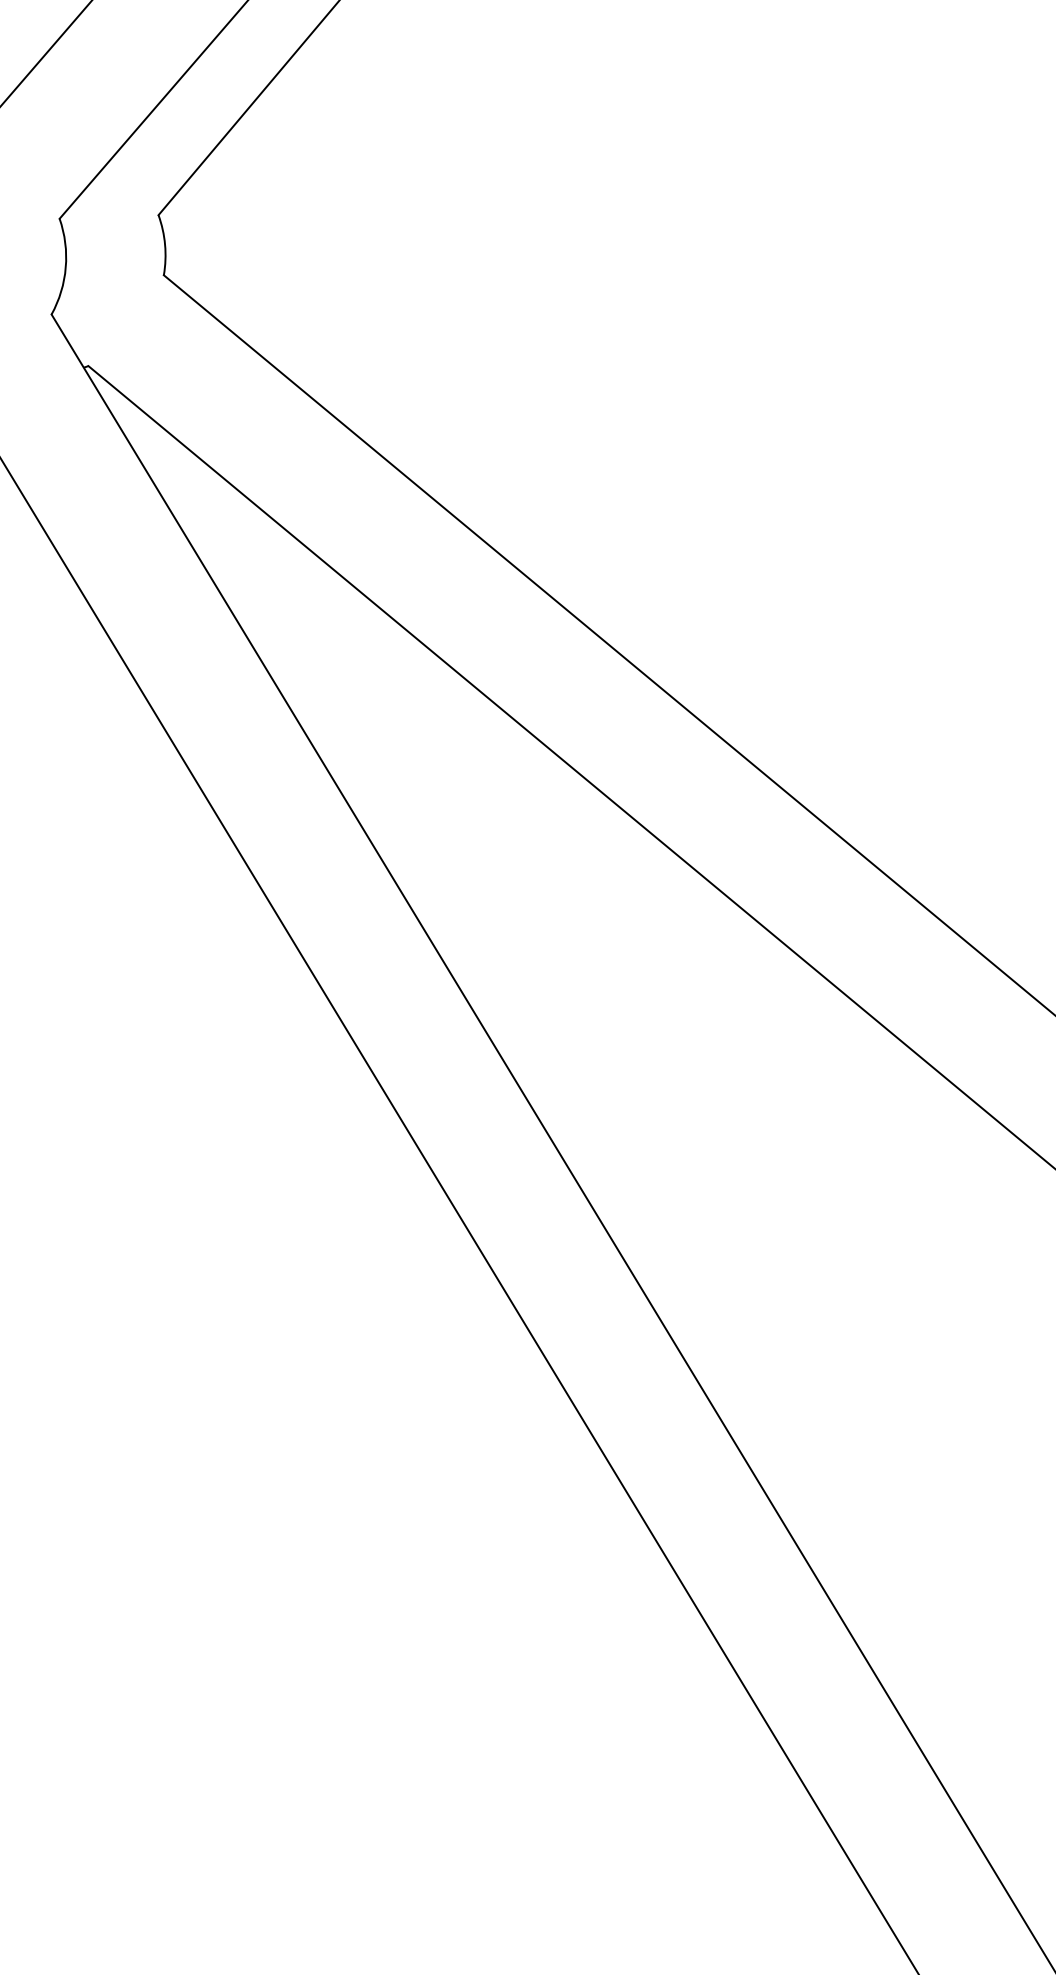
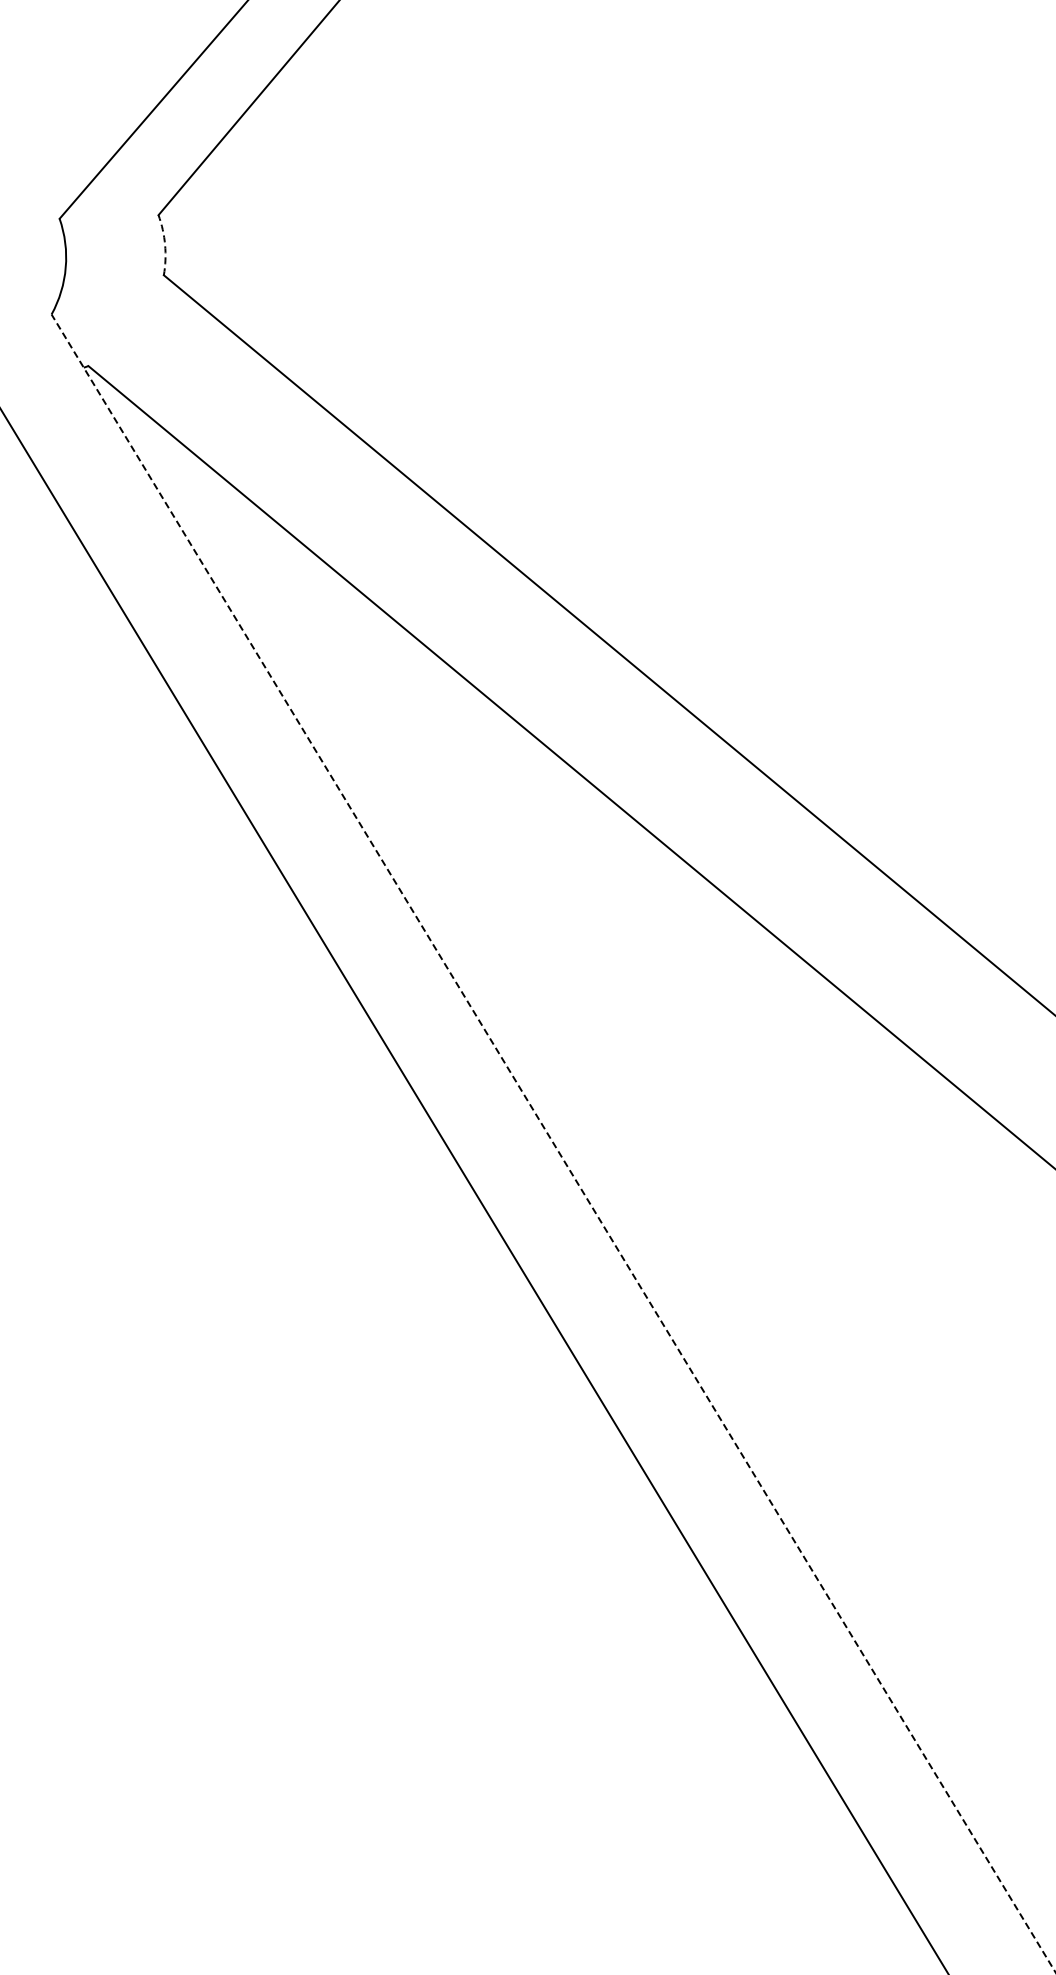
line at (46, 53): present -> none
arc at (165, 244): solid -> dashed
line at (553, 1143): solid -> dashed
line at (459, 1216) position: (459, 1216) -> (474, 1191)
